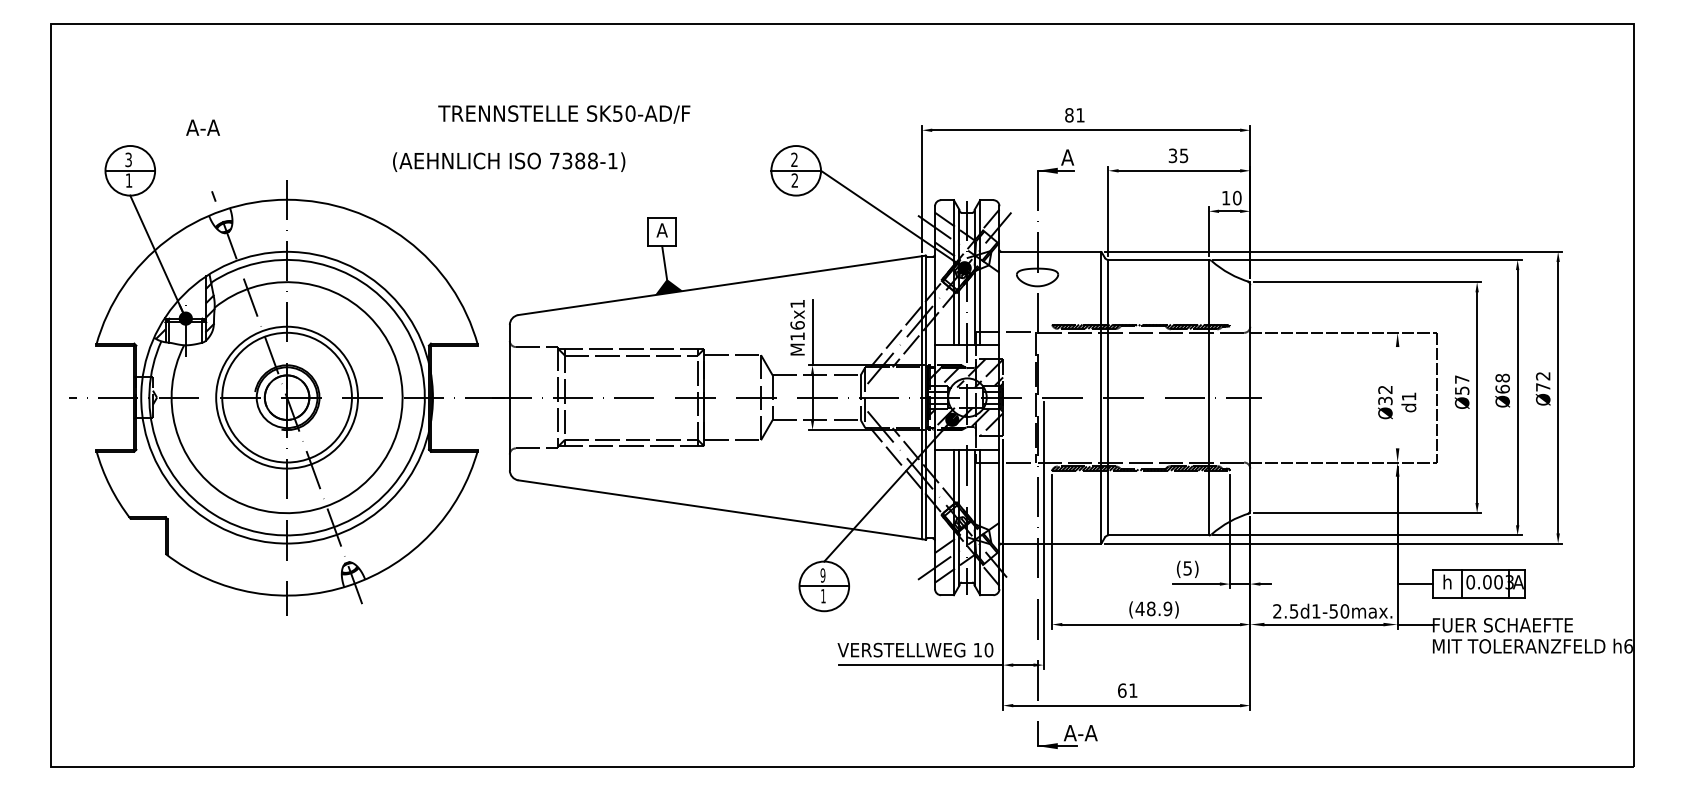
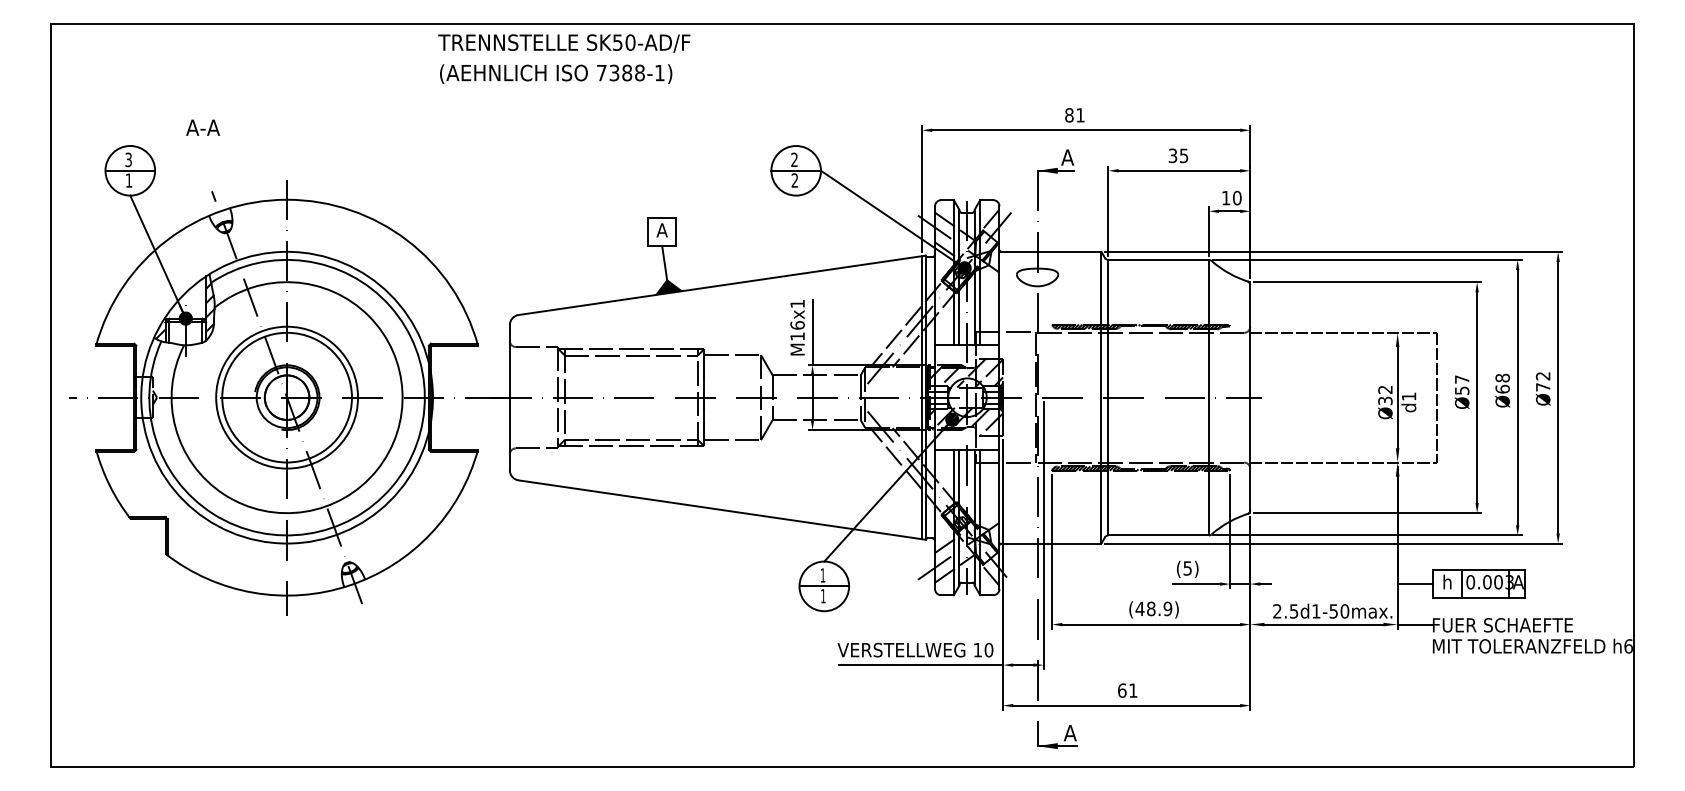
text at (564, 114) position: (564, 114) -> (564, 43)
text at (509, 161) position: (509, 161) -> (556, 73)
line at (1397, 397): none -> present
text at (822, 575): 9 -> 1
text at (1087, 733): A-A -> A
